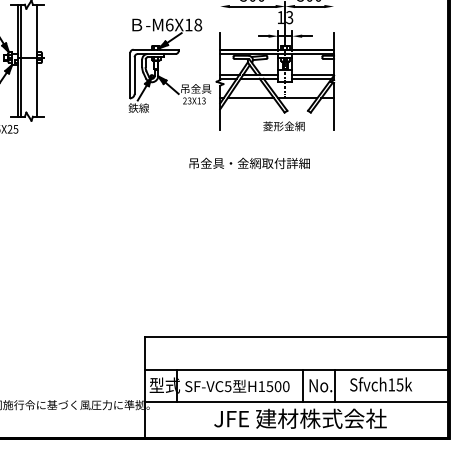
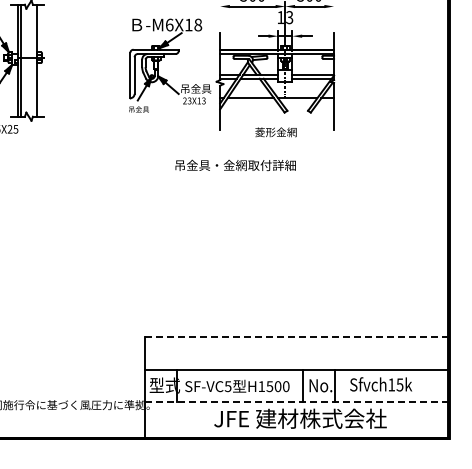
text at (138, 107): 鉄線 -> 吊金具
text at (283, 126) position: (283, 126) -> (275, 132)
text at (249, 162) position: (249, 162) -> (235, 164)
line at (296, 337): solid -> dashed
line at (296, 402): solid -> dashed
